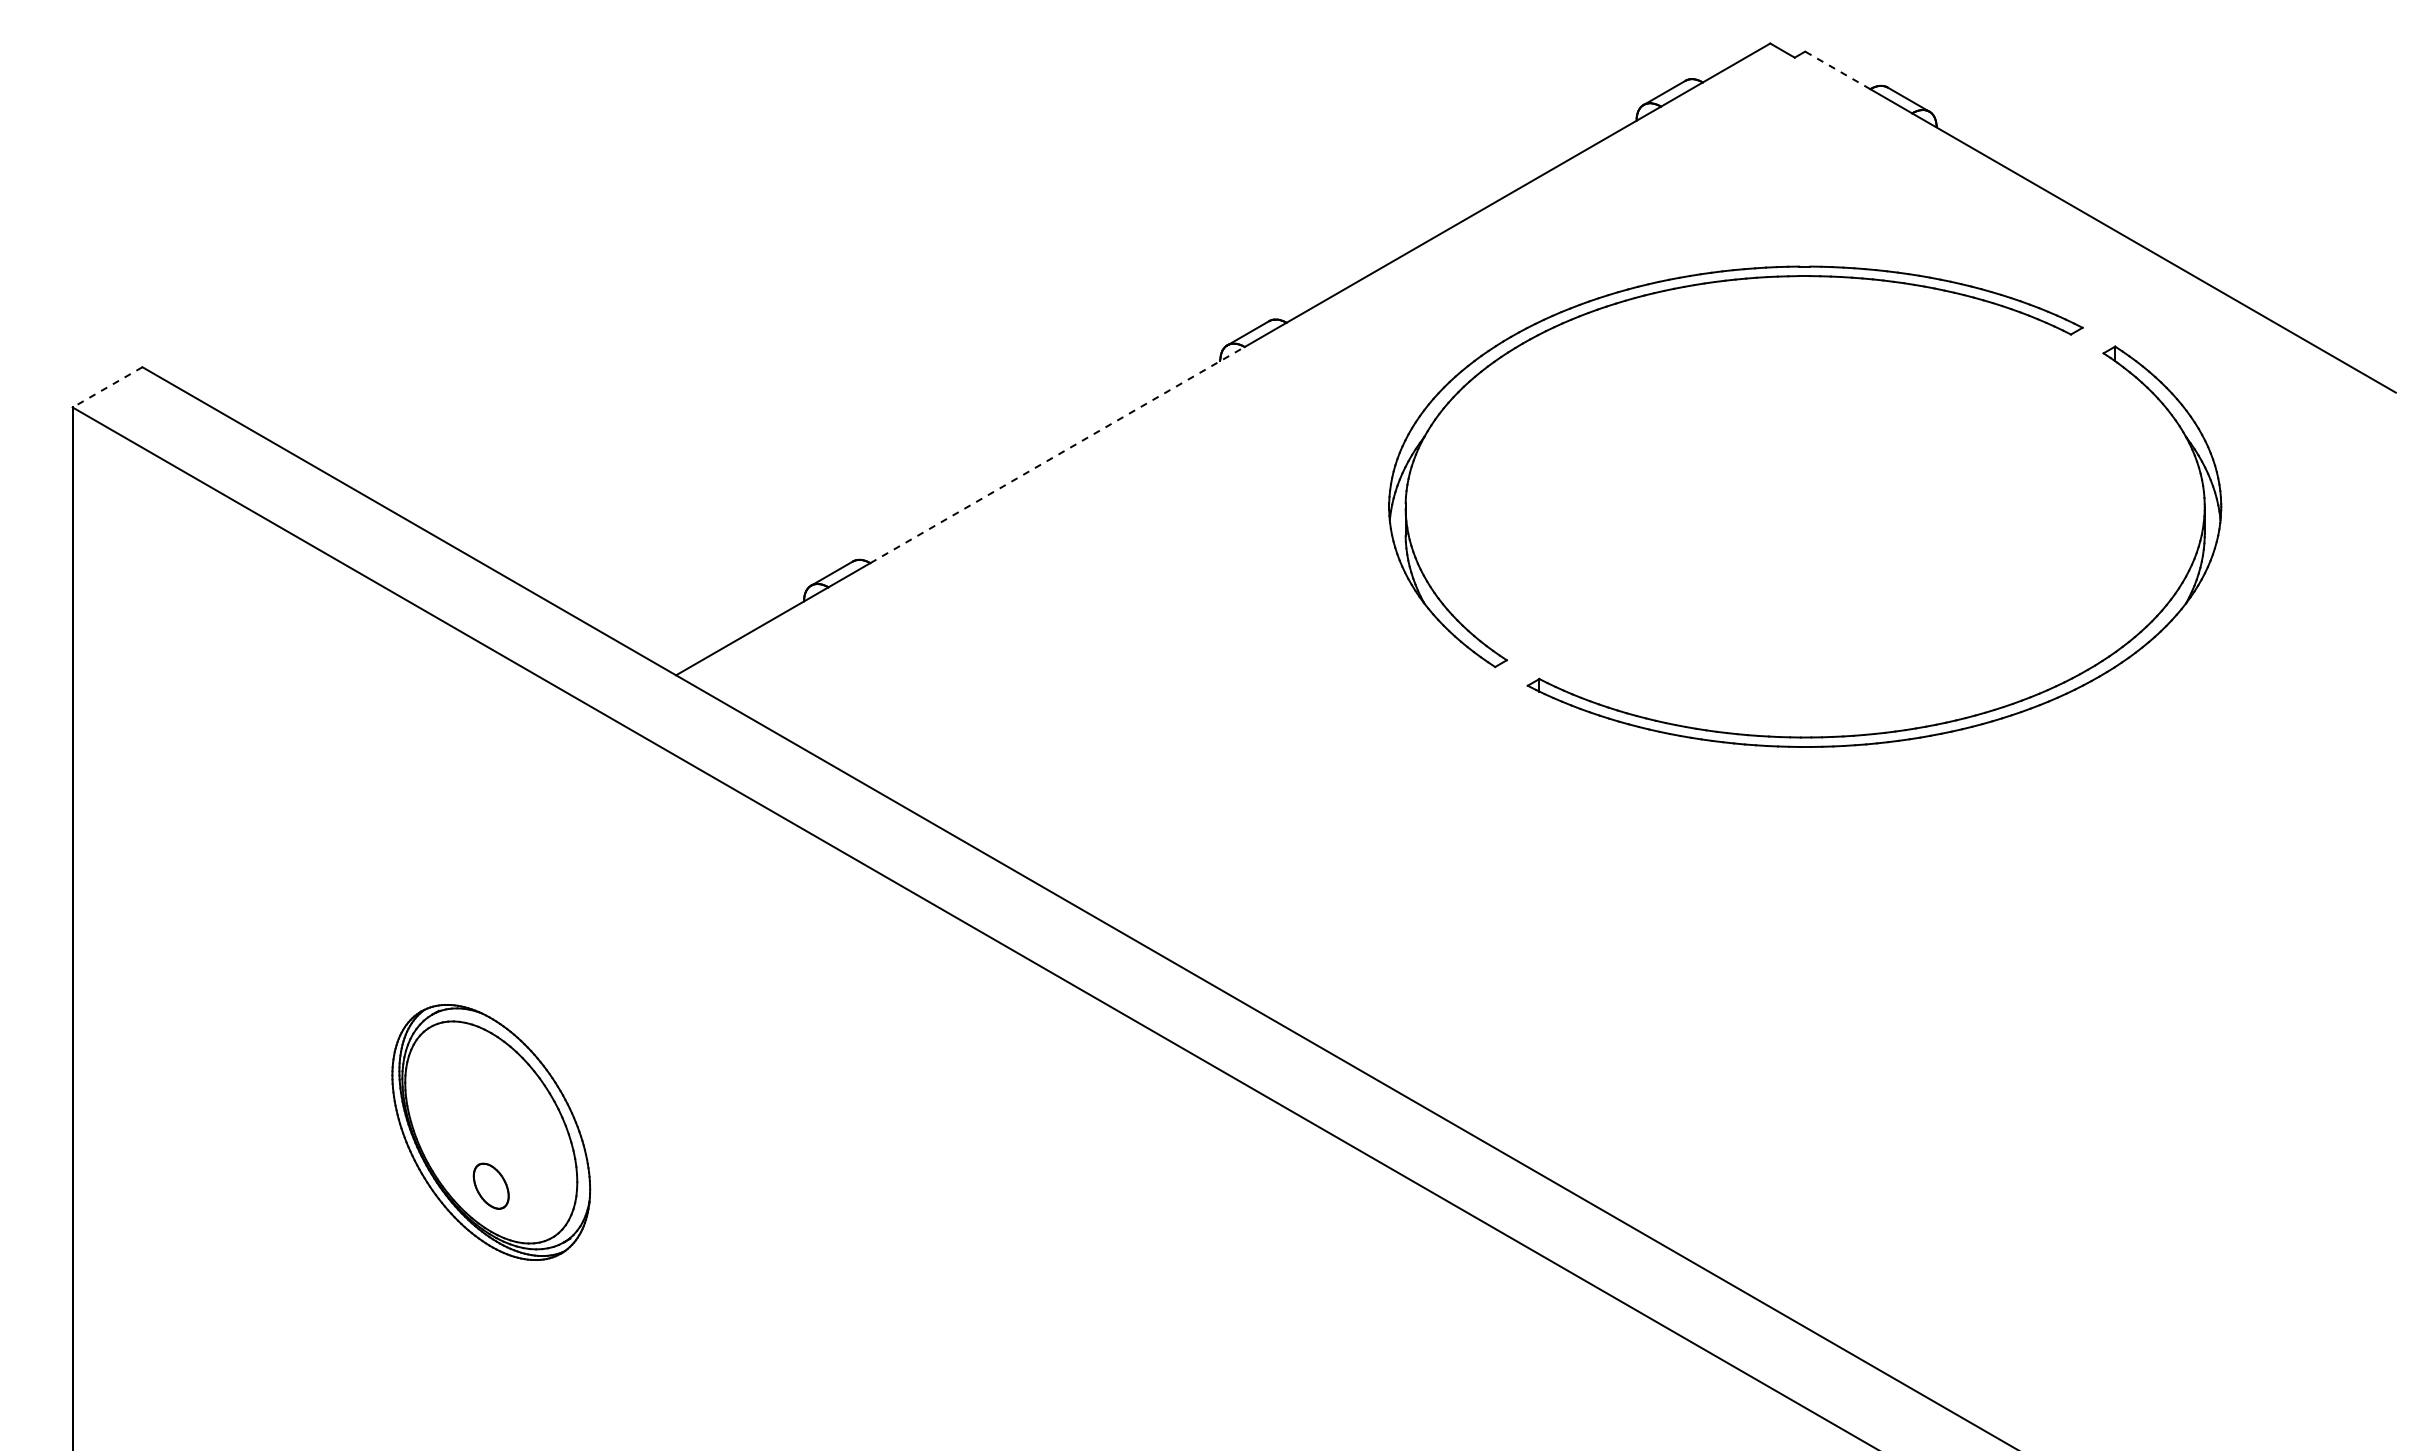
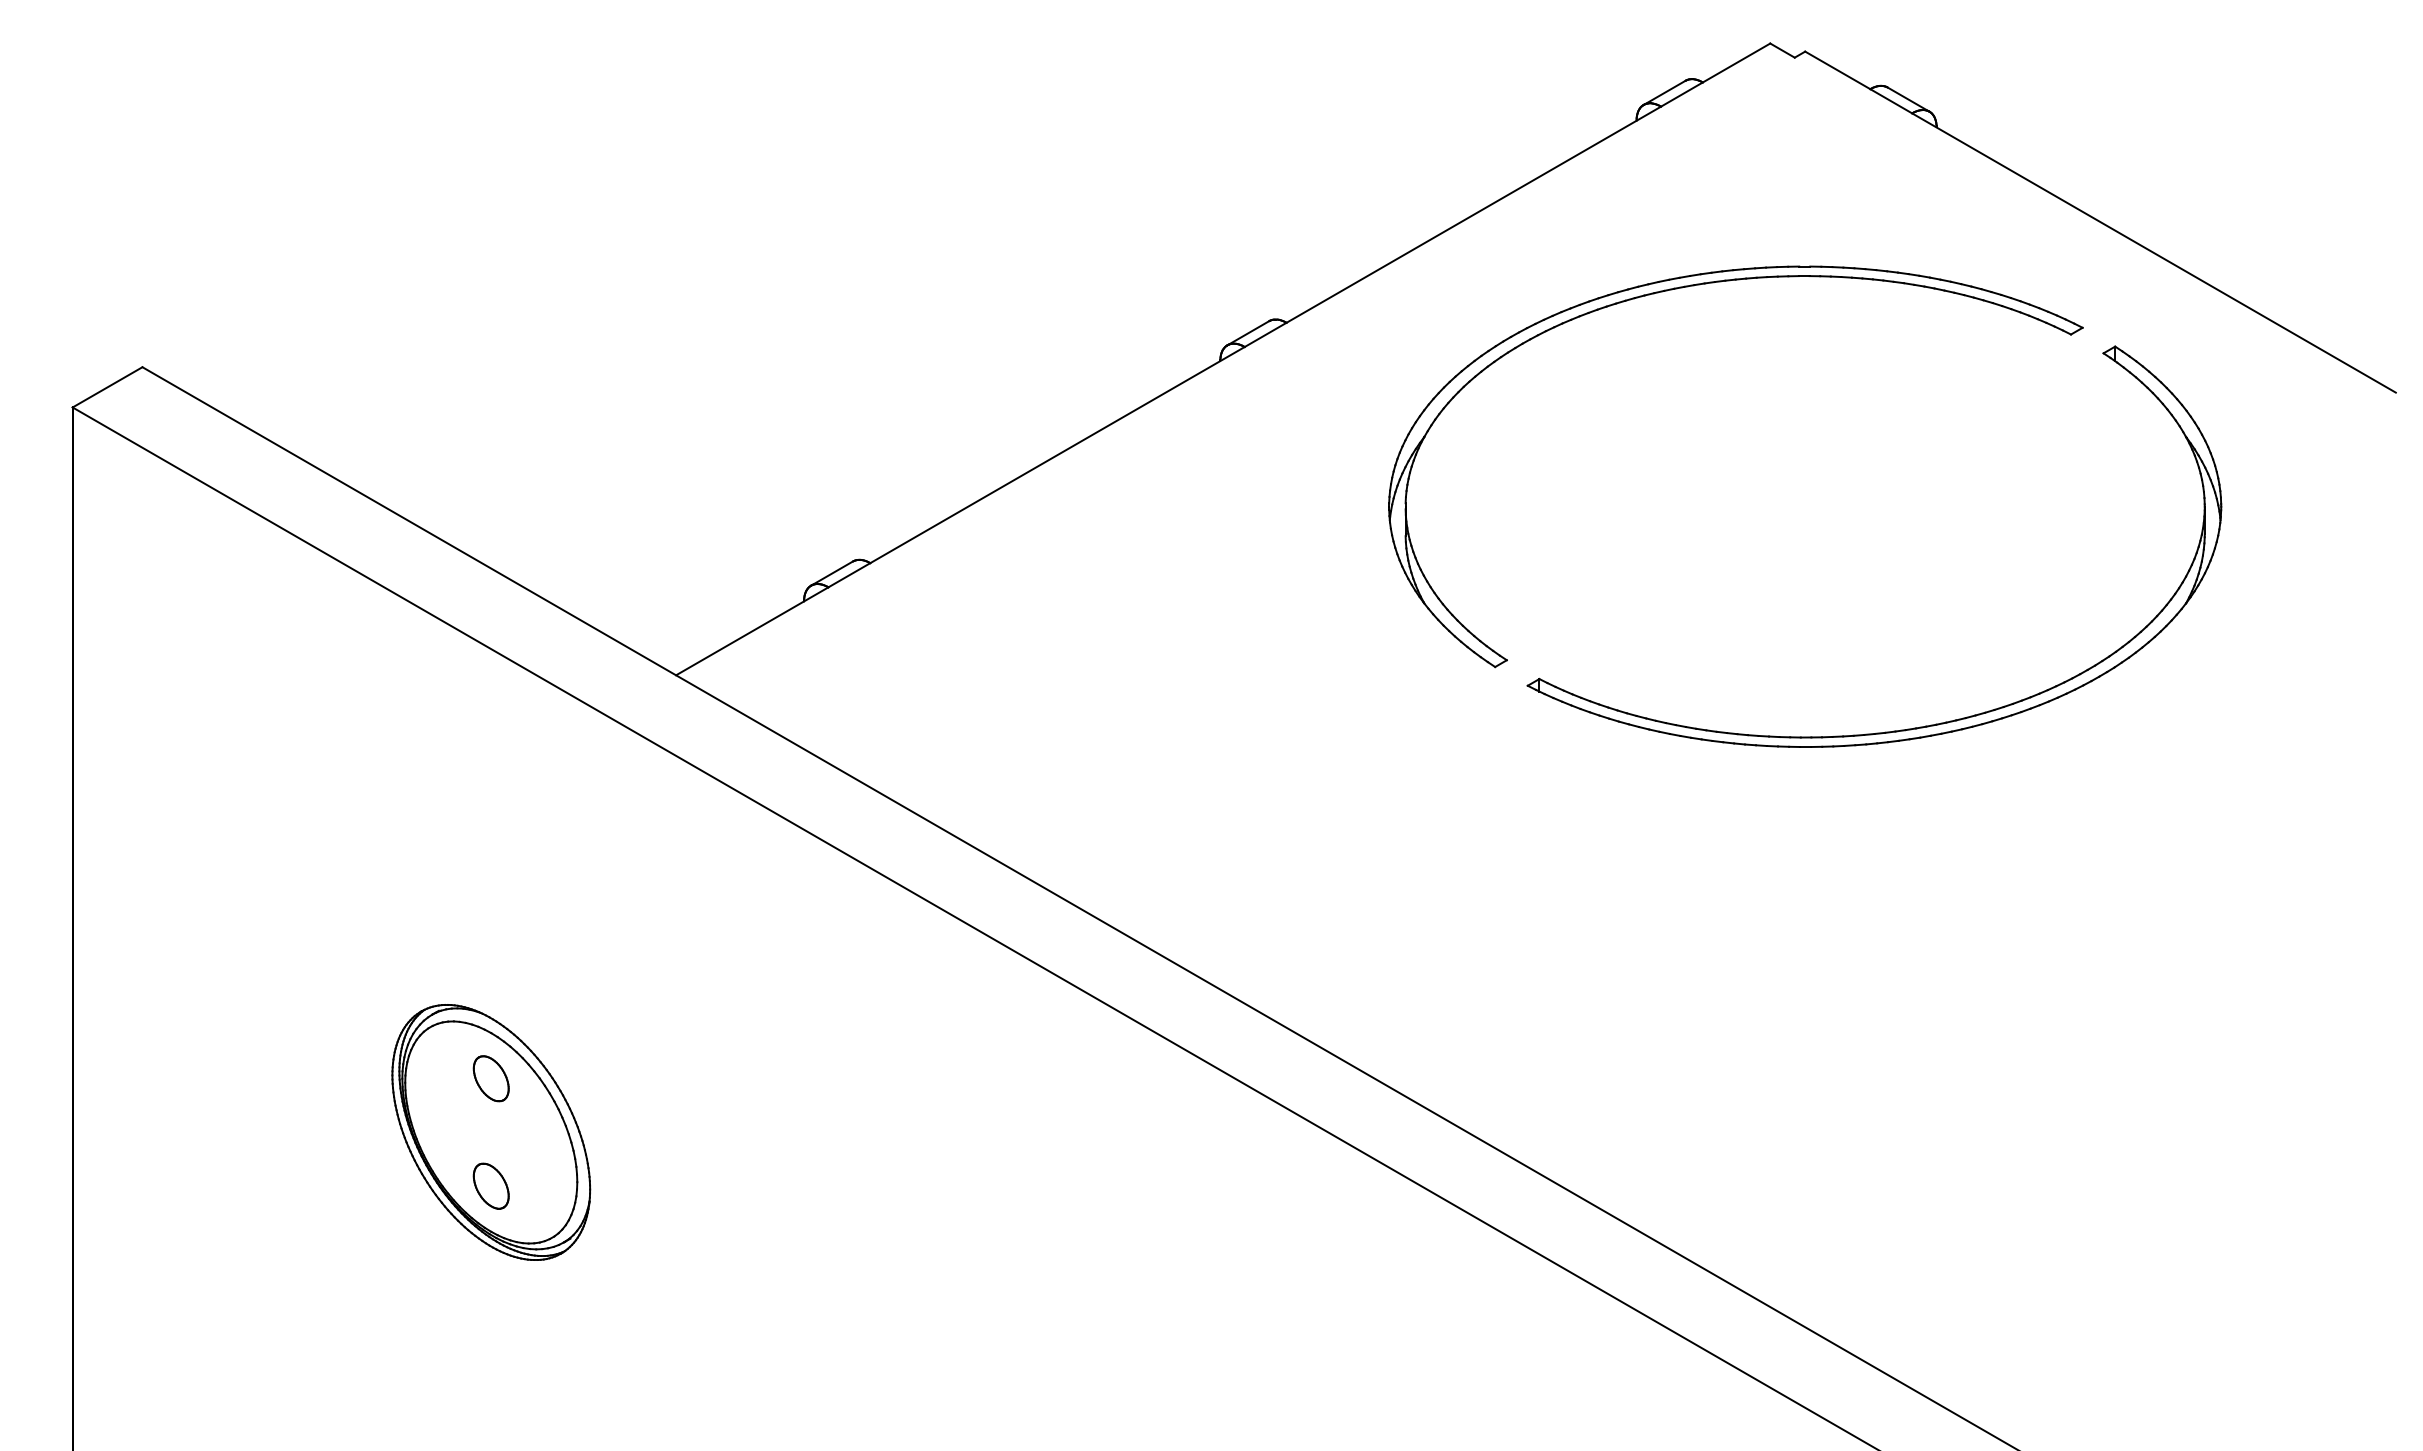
line at (1837, 70): dashed -> solid
line at (107, 387): dashed -> solid
line at (1057, 454): dashed -> solid
part at (490, 1078): none -> present
